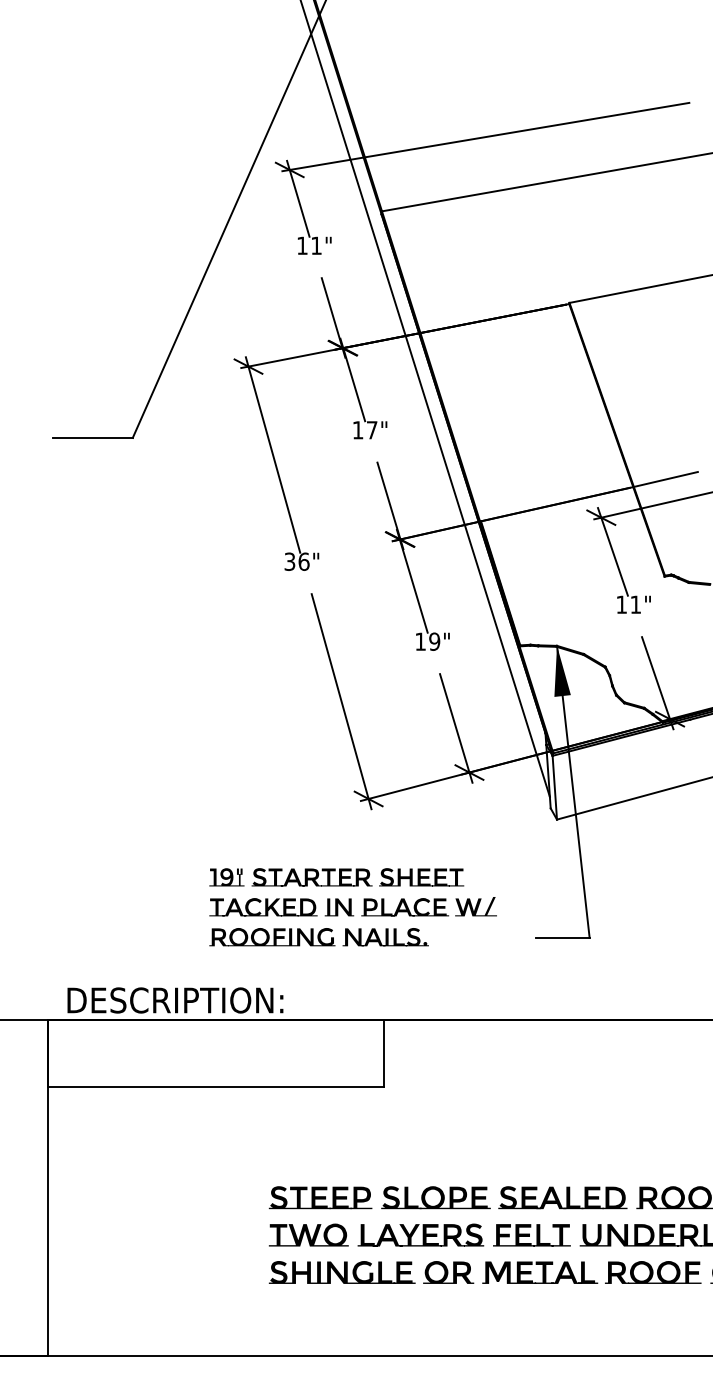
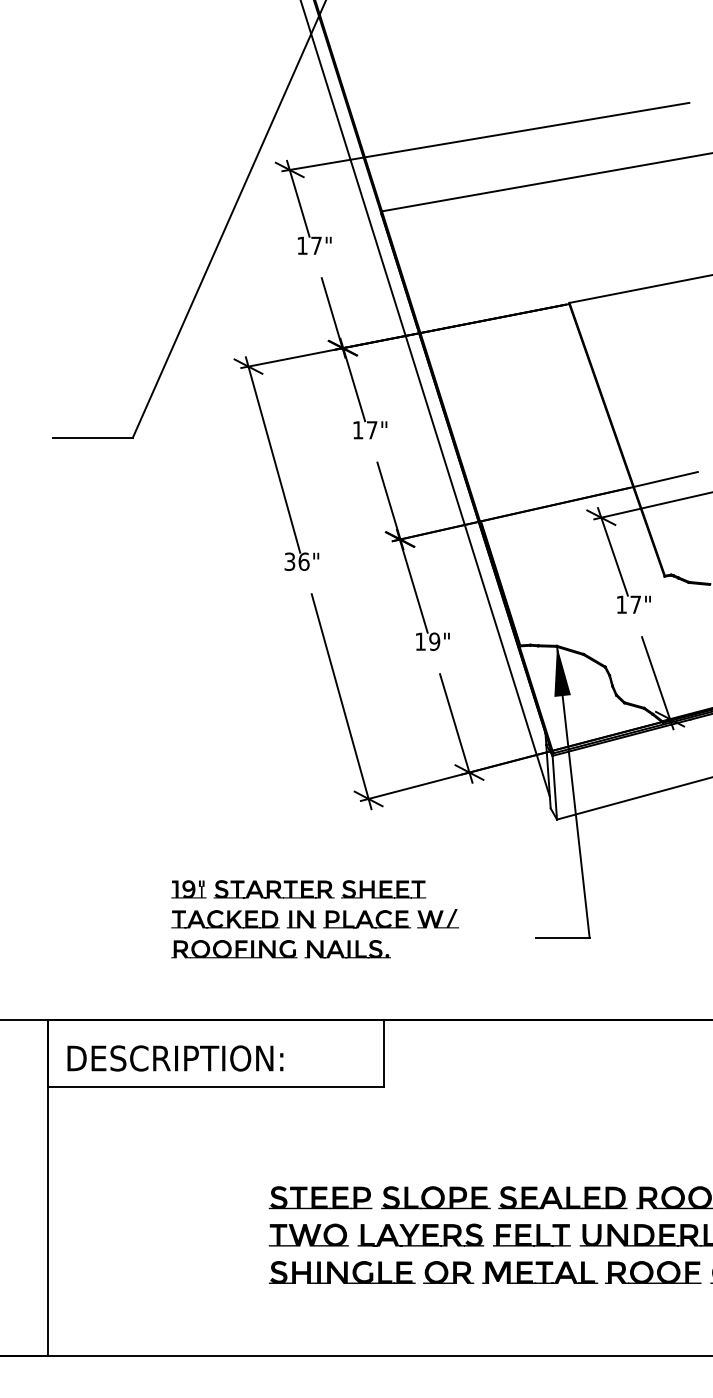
text at (316, 245): 11" -> 17"
text at (635, 604): 11" -> 17"
text at (352, 907) position: (352, 907) -> (314, 919)
text at (175, 1000) position: (175, 1000) -> (175, 1058)
